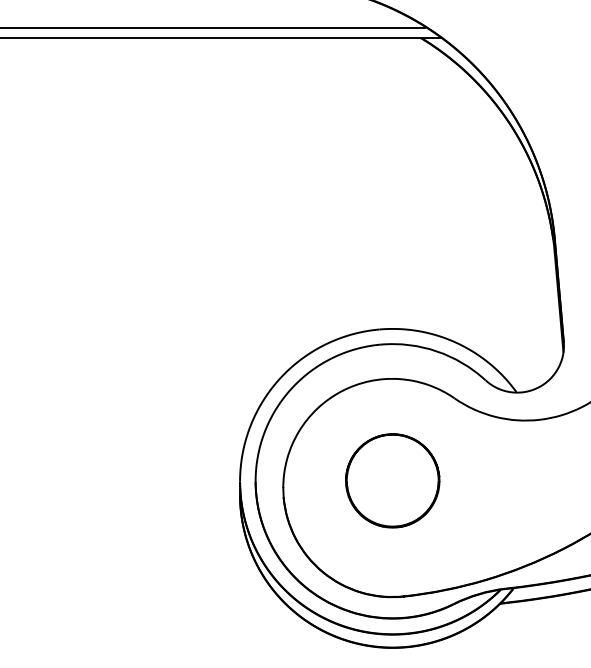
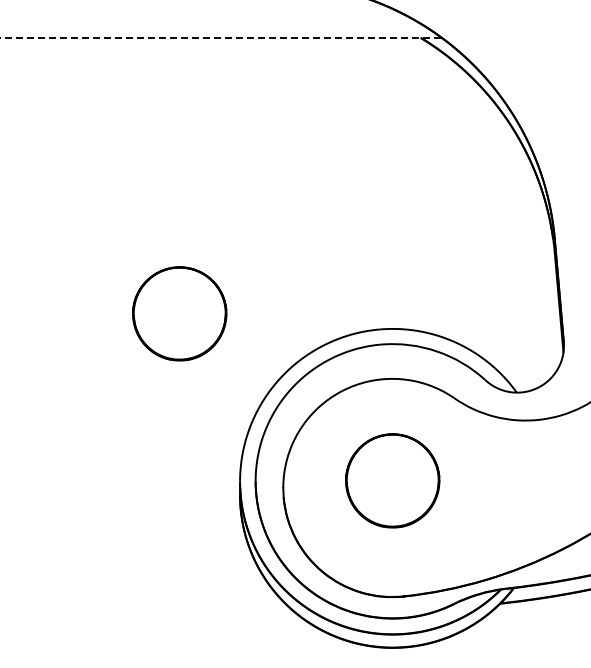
line at (213, 27): present -> none
line at (220, 38): solid -> dashed
part at (179, 313): none -> present
